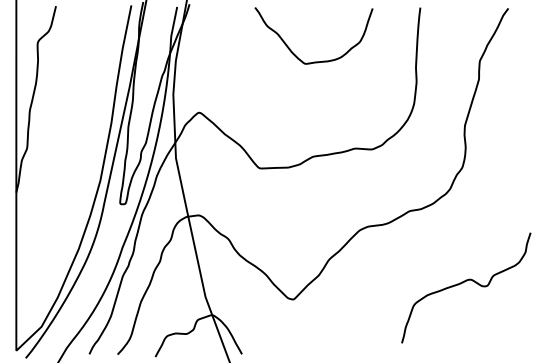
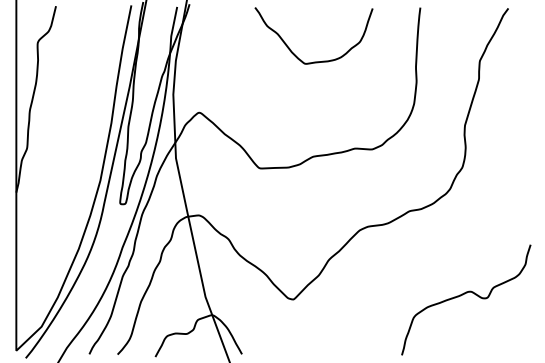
curve at (465, 282) position: (465, 282) -> (465, 294)
